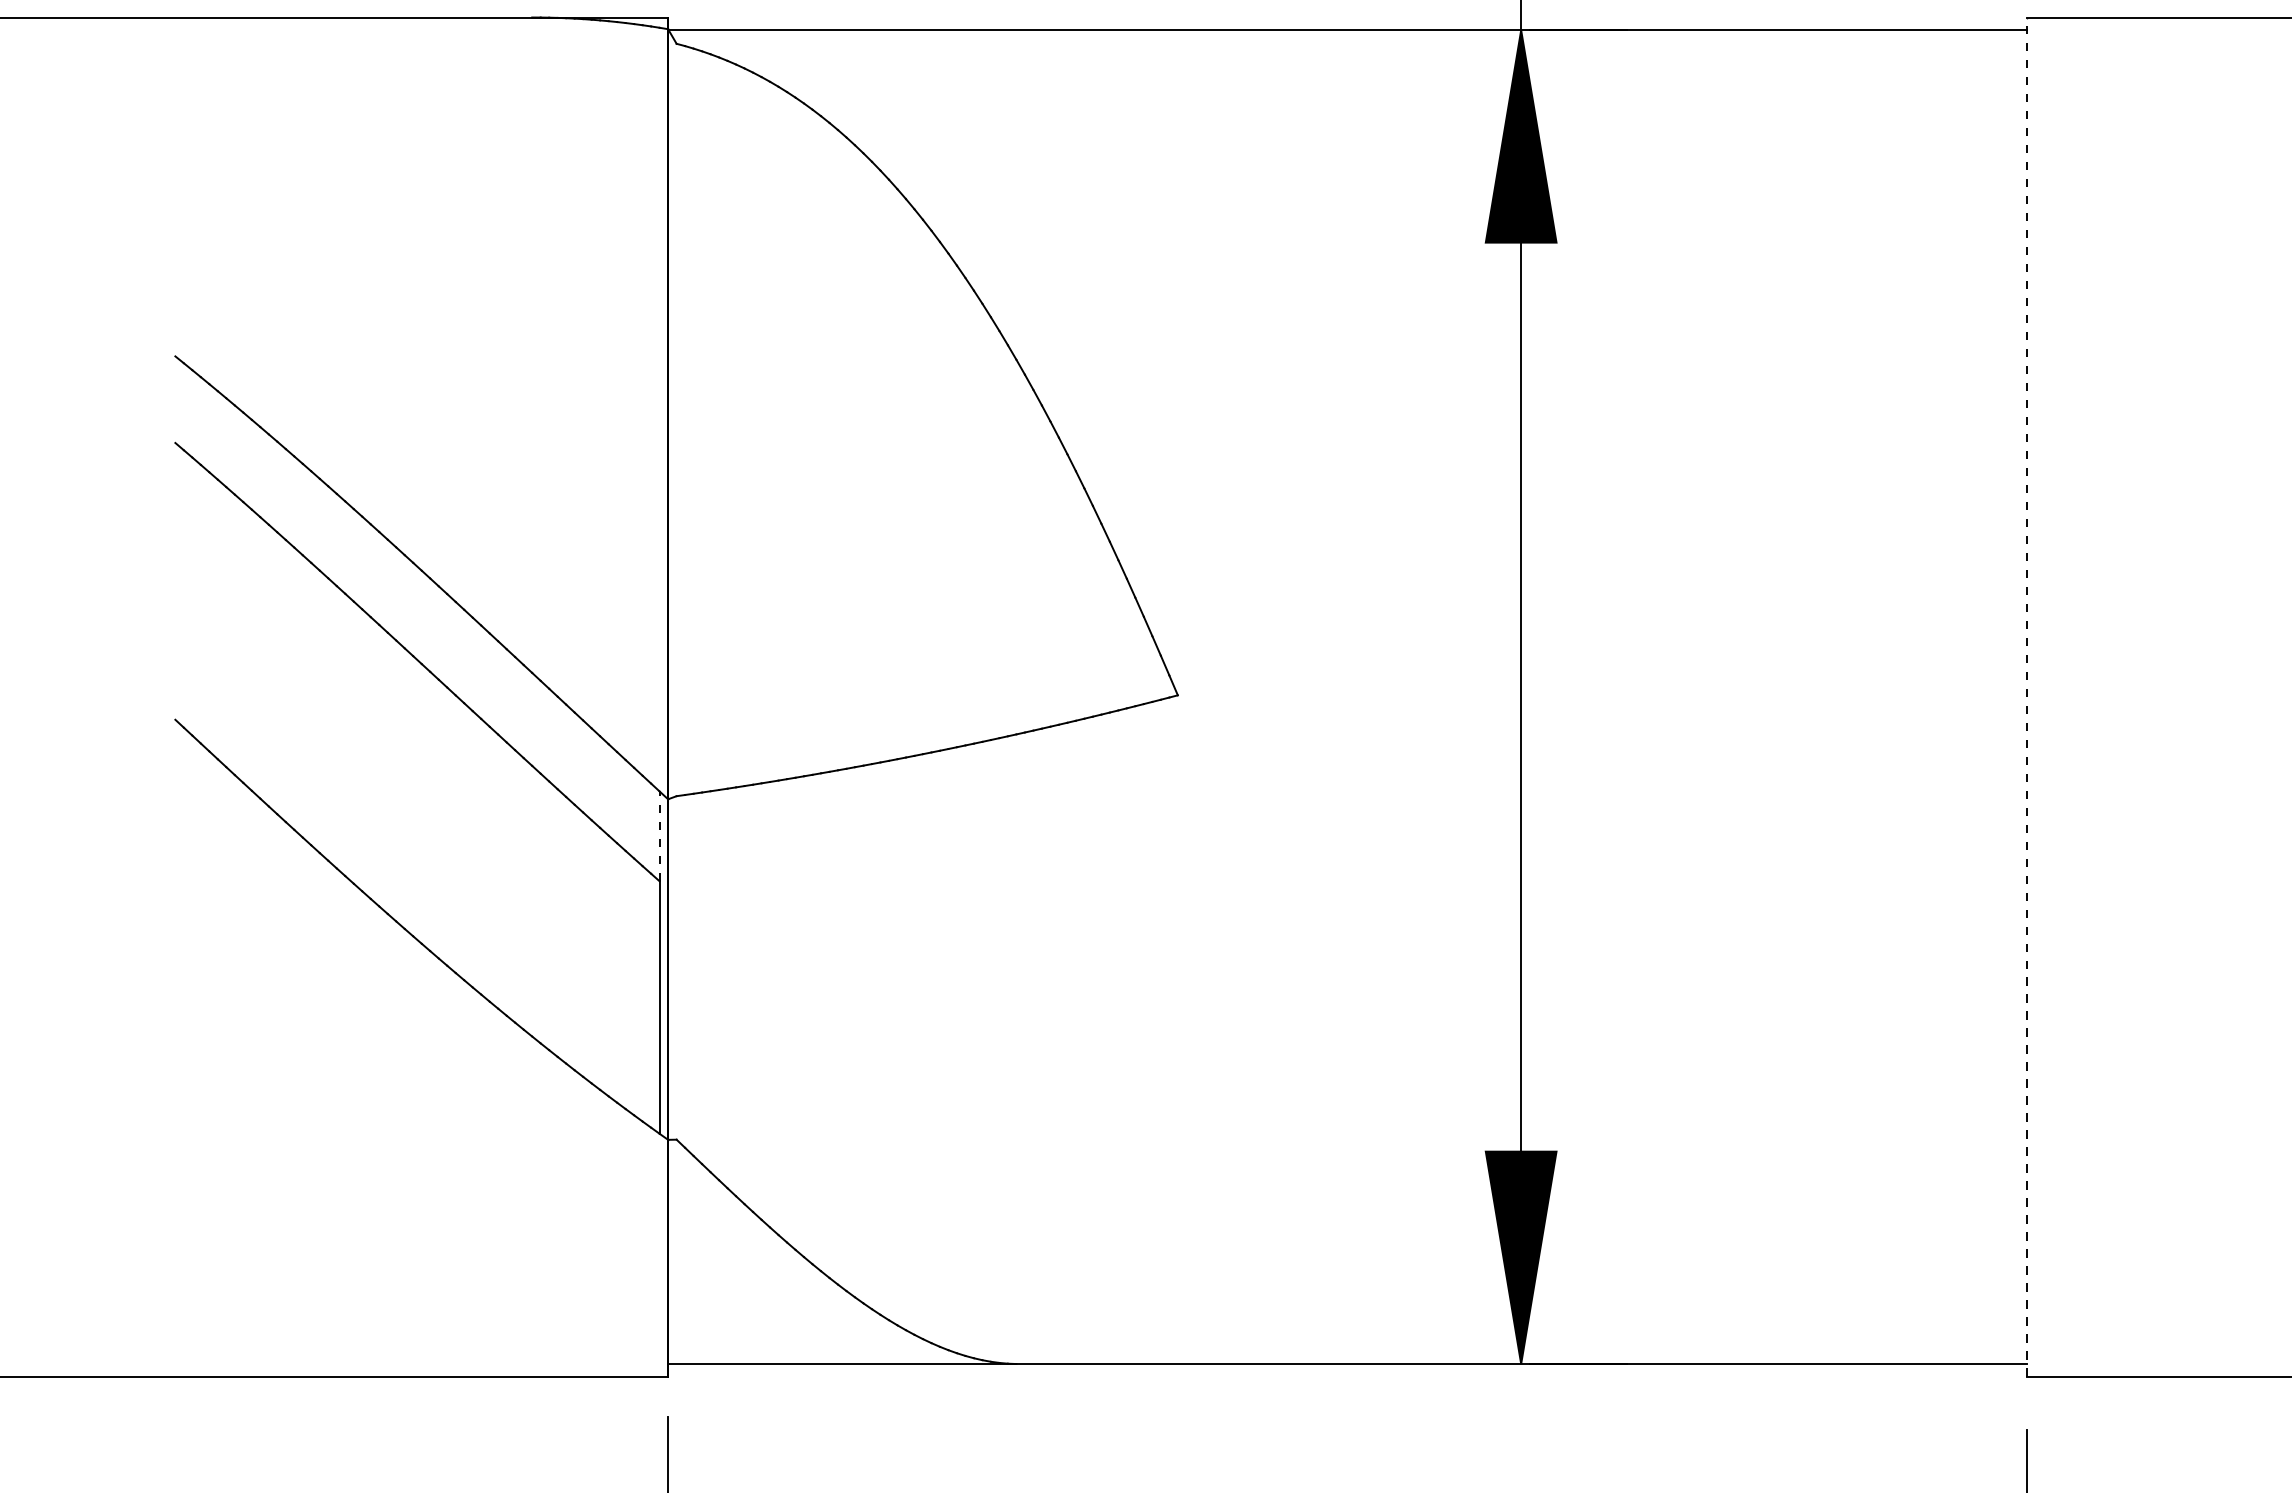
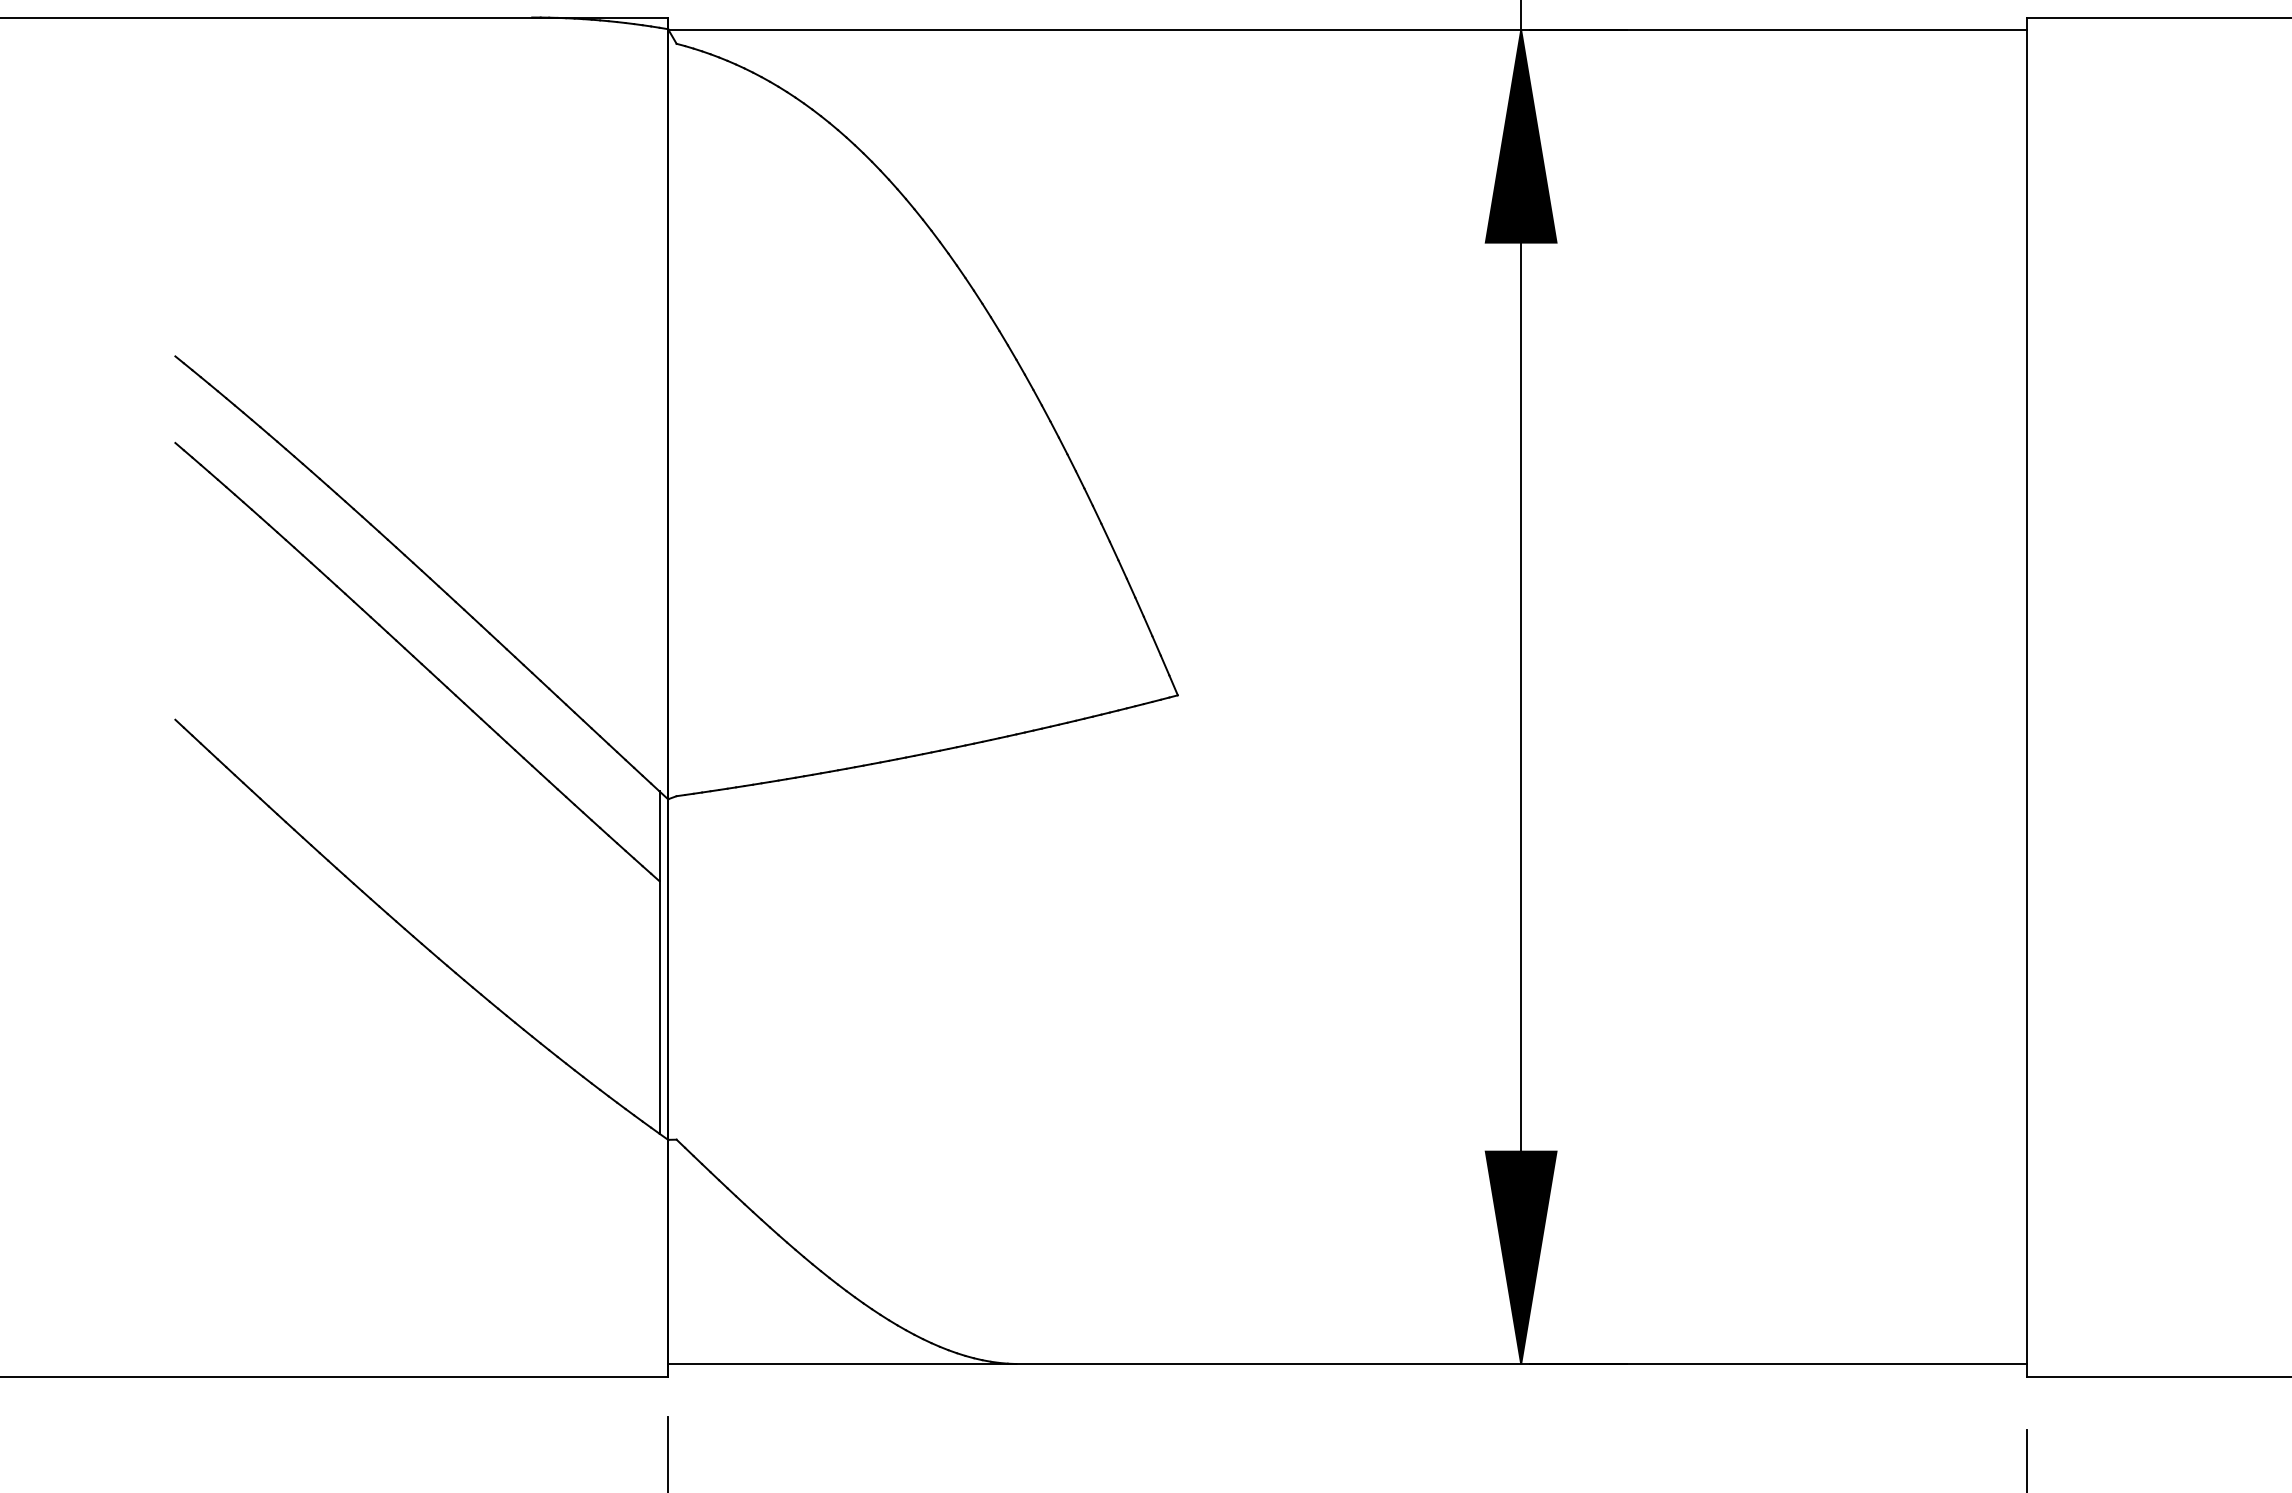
line at (2027, 697): dashed -> solid
line at (659, 836): dashed -> solid
